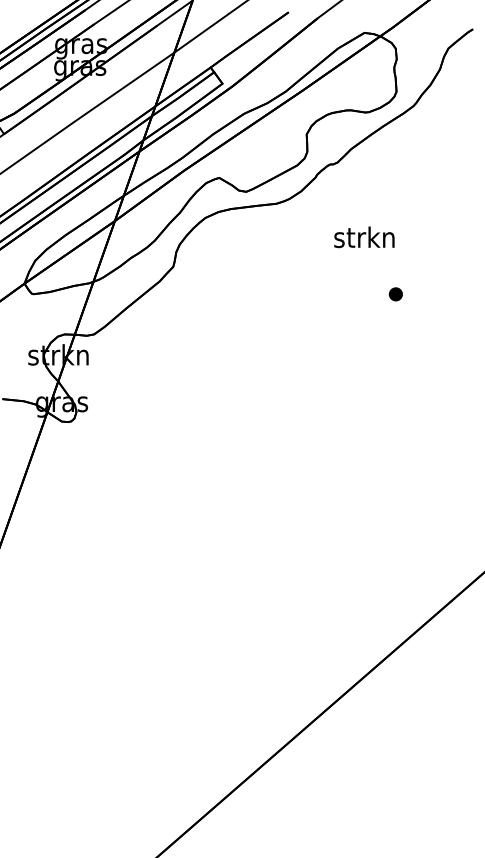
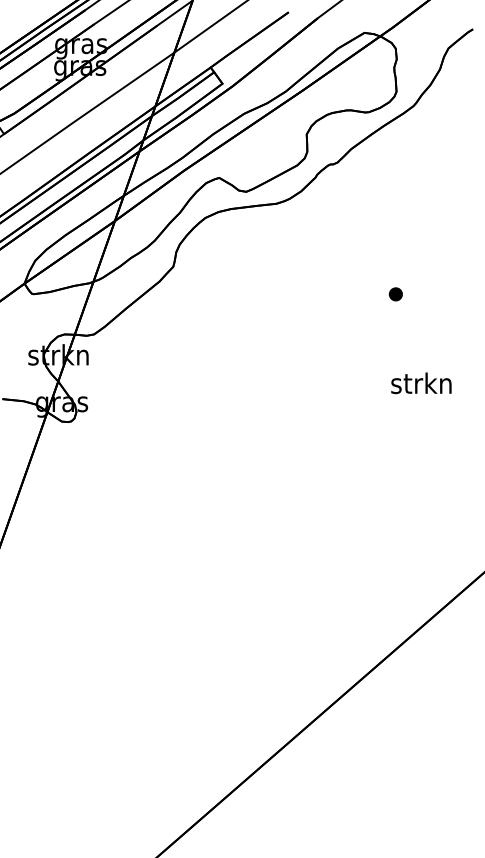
text at (364, 237) position: (364, 237) -> (421, 383)
